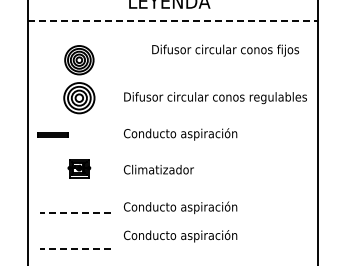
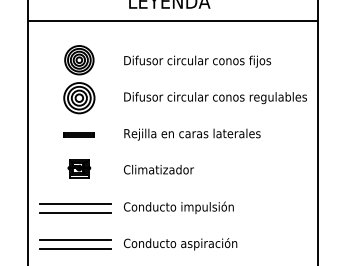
line at (173, 20): dashed -> solid
text at (225, 50) position: (225, 50) -> (197, 61)
part at (52, 134) position: (52, 134) -> (78, 134)
text at (191, 134): Conducto aspiración -> Rejilla en caras laterales
line at (74, 203): none -> present
text at (209, 207): Conducto aspiración -> Conducto impulsión
line at (74, 213): dashed -> solid
text at (180, 236) position: (180, 236) -> (180, 244)
line at (74, 239): none -> present
line at (75, 249): dashed -> solid
